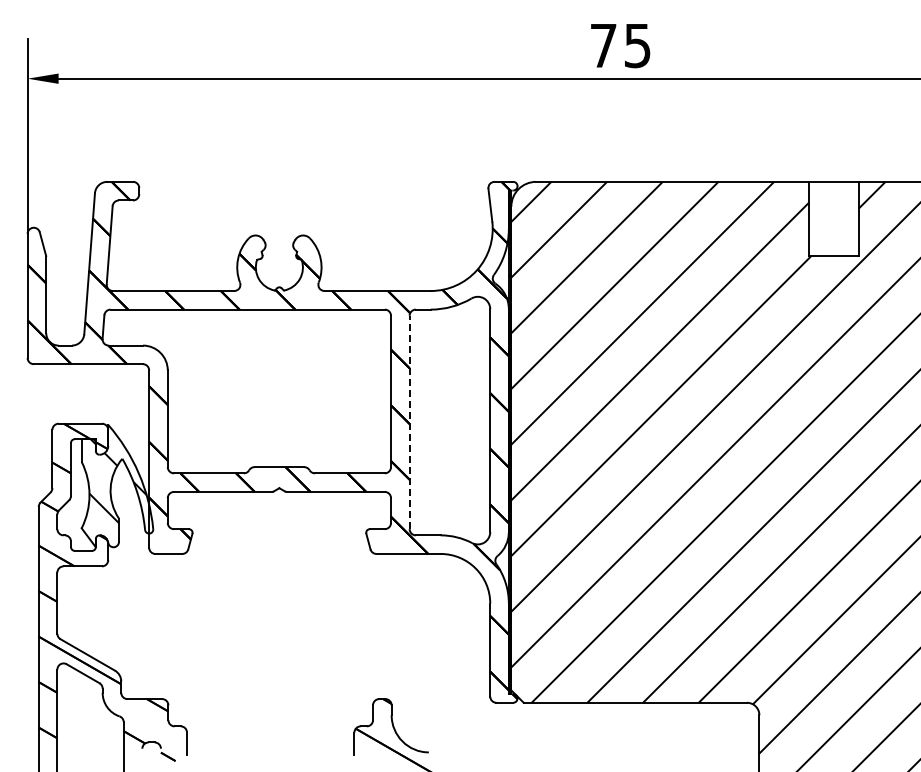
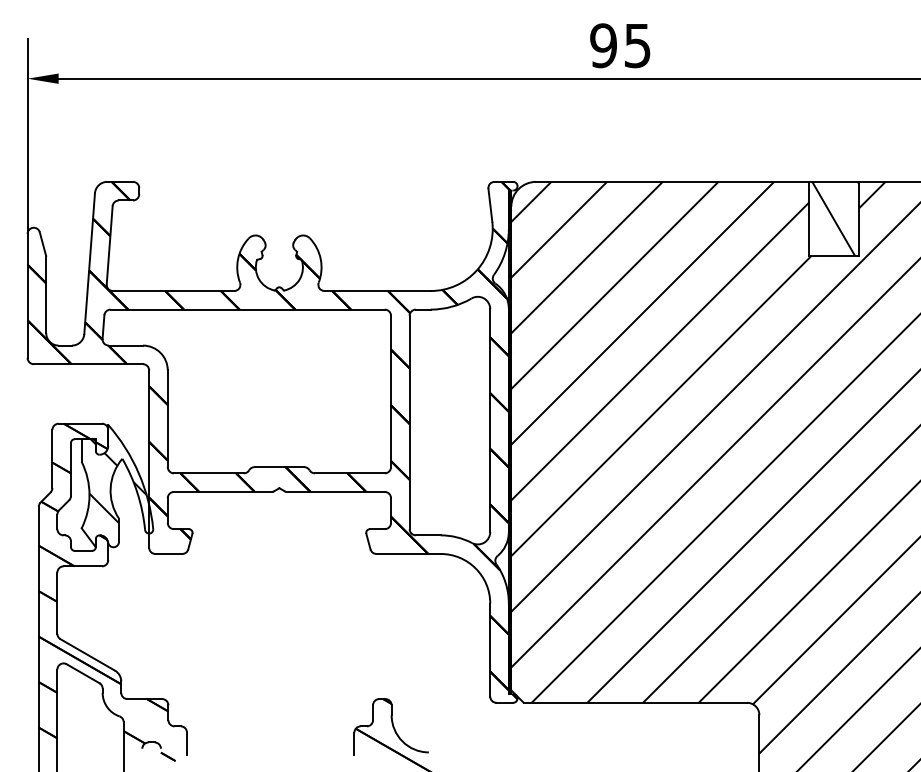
text at (603, 45): 75 -> 95
hatch at (833, 218): none -> present
line at (409, 422): dashed -> solid
